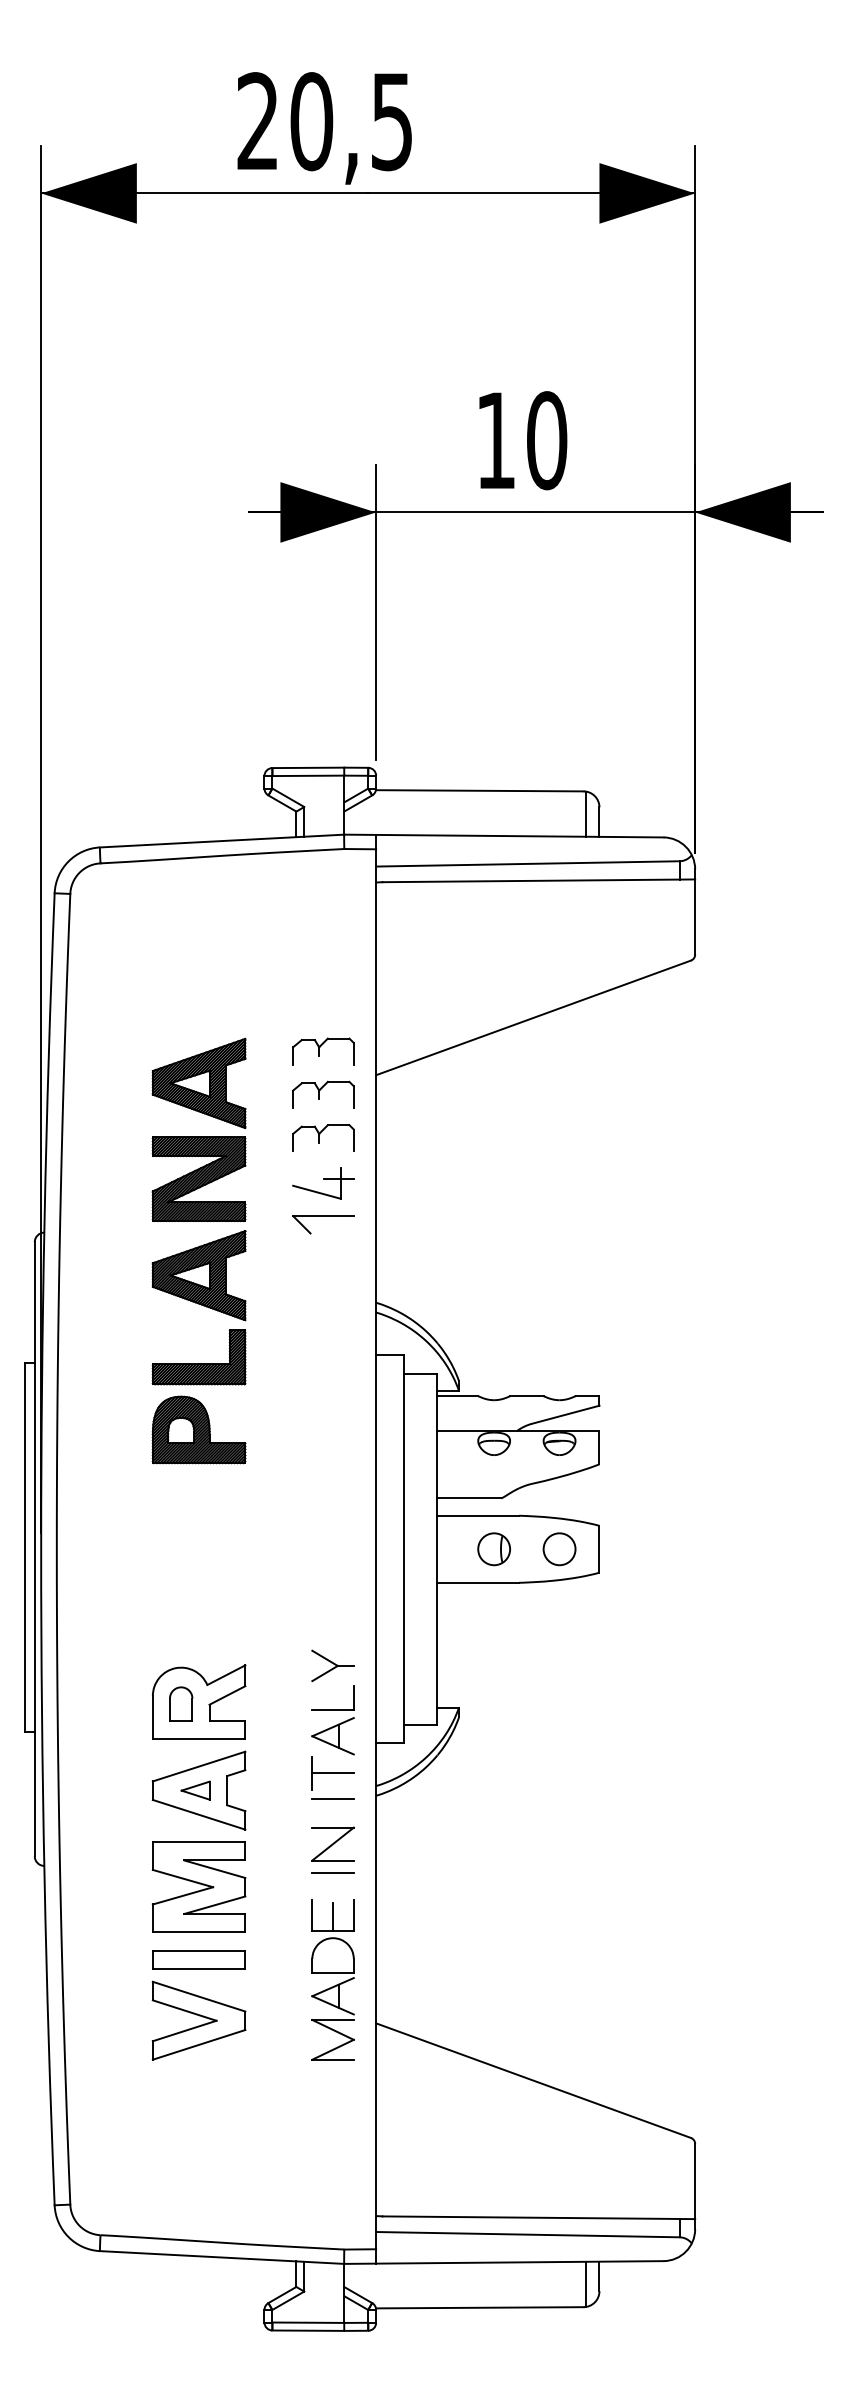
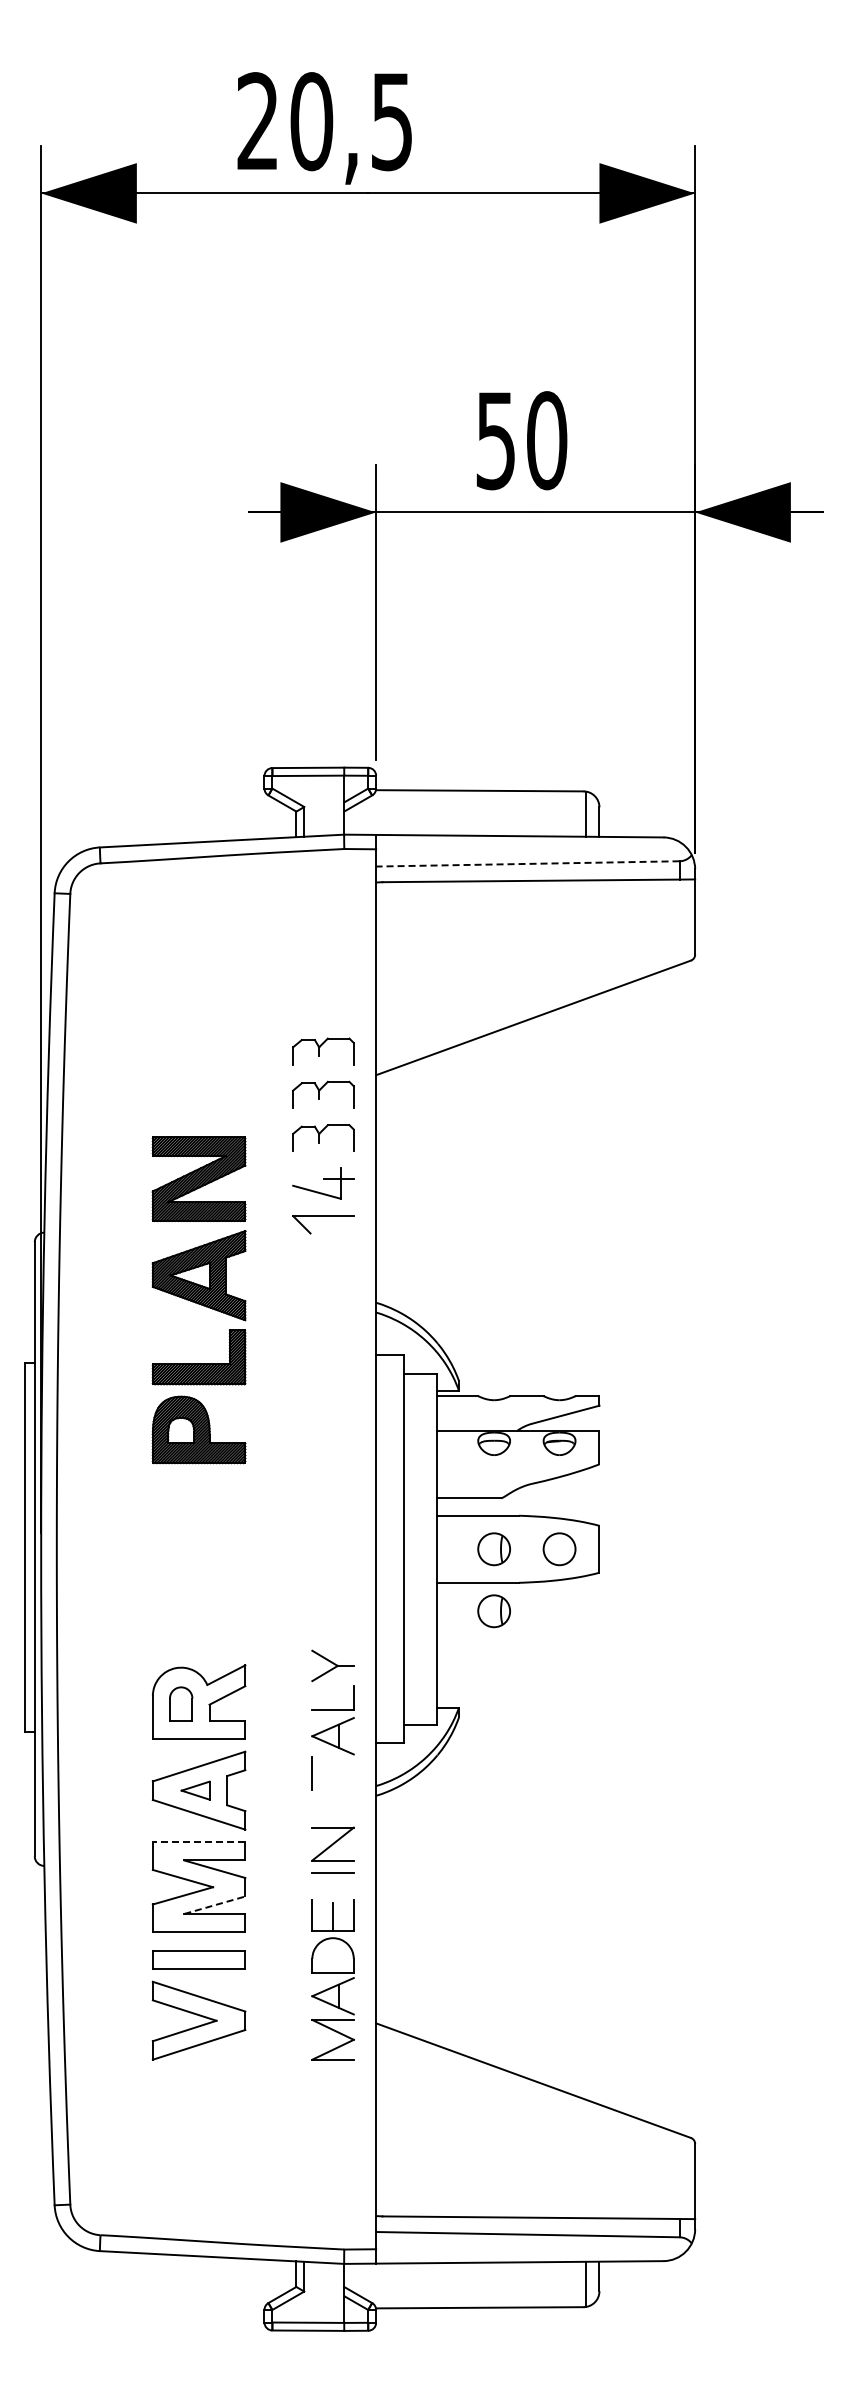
text at (495, 441): 10 -> 50
line at (527, 863): solid -> dashed
part at (198, 1082): present -> none
part at (493, 1611): none -> present
line at (332, 1773): present -> none
line at (332, 1799): present -> none
line at (198, 1841): solid -> dashed
line at (214, 1905): solid -> dashed
